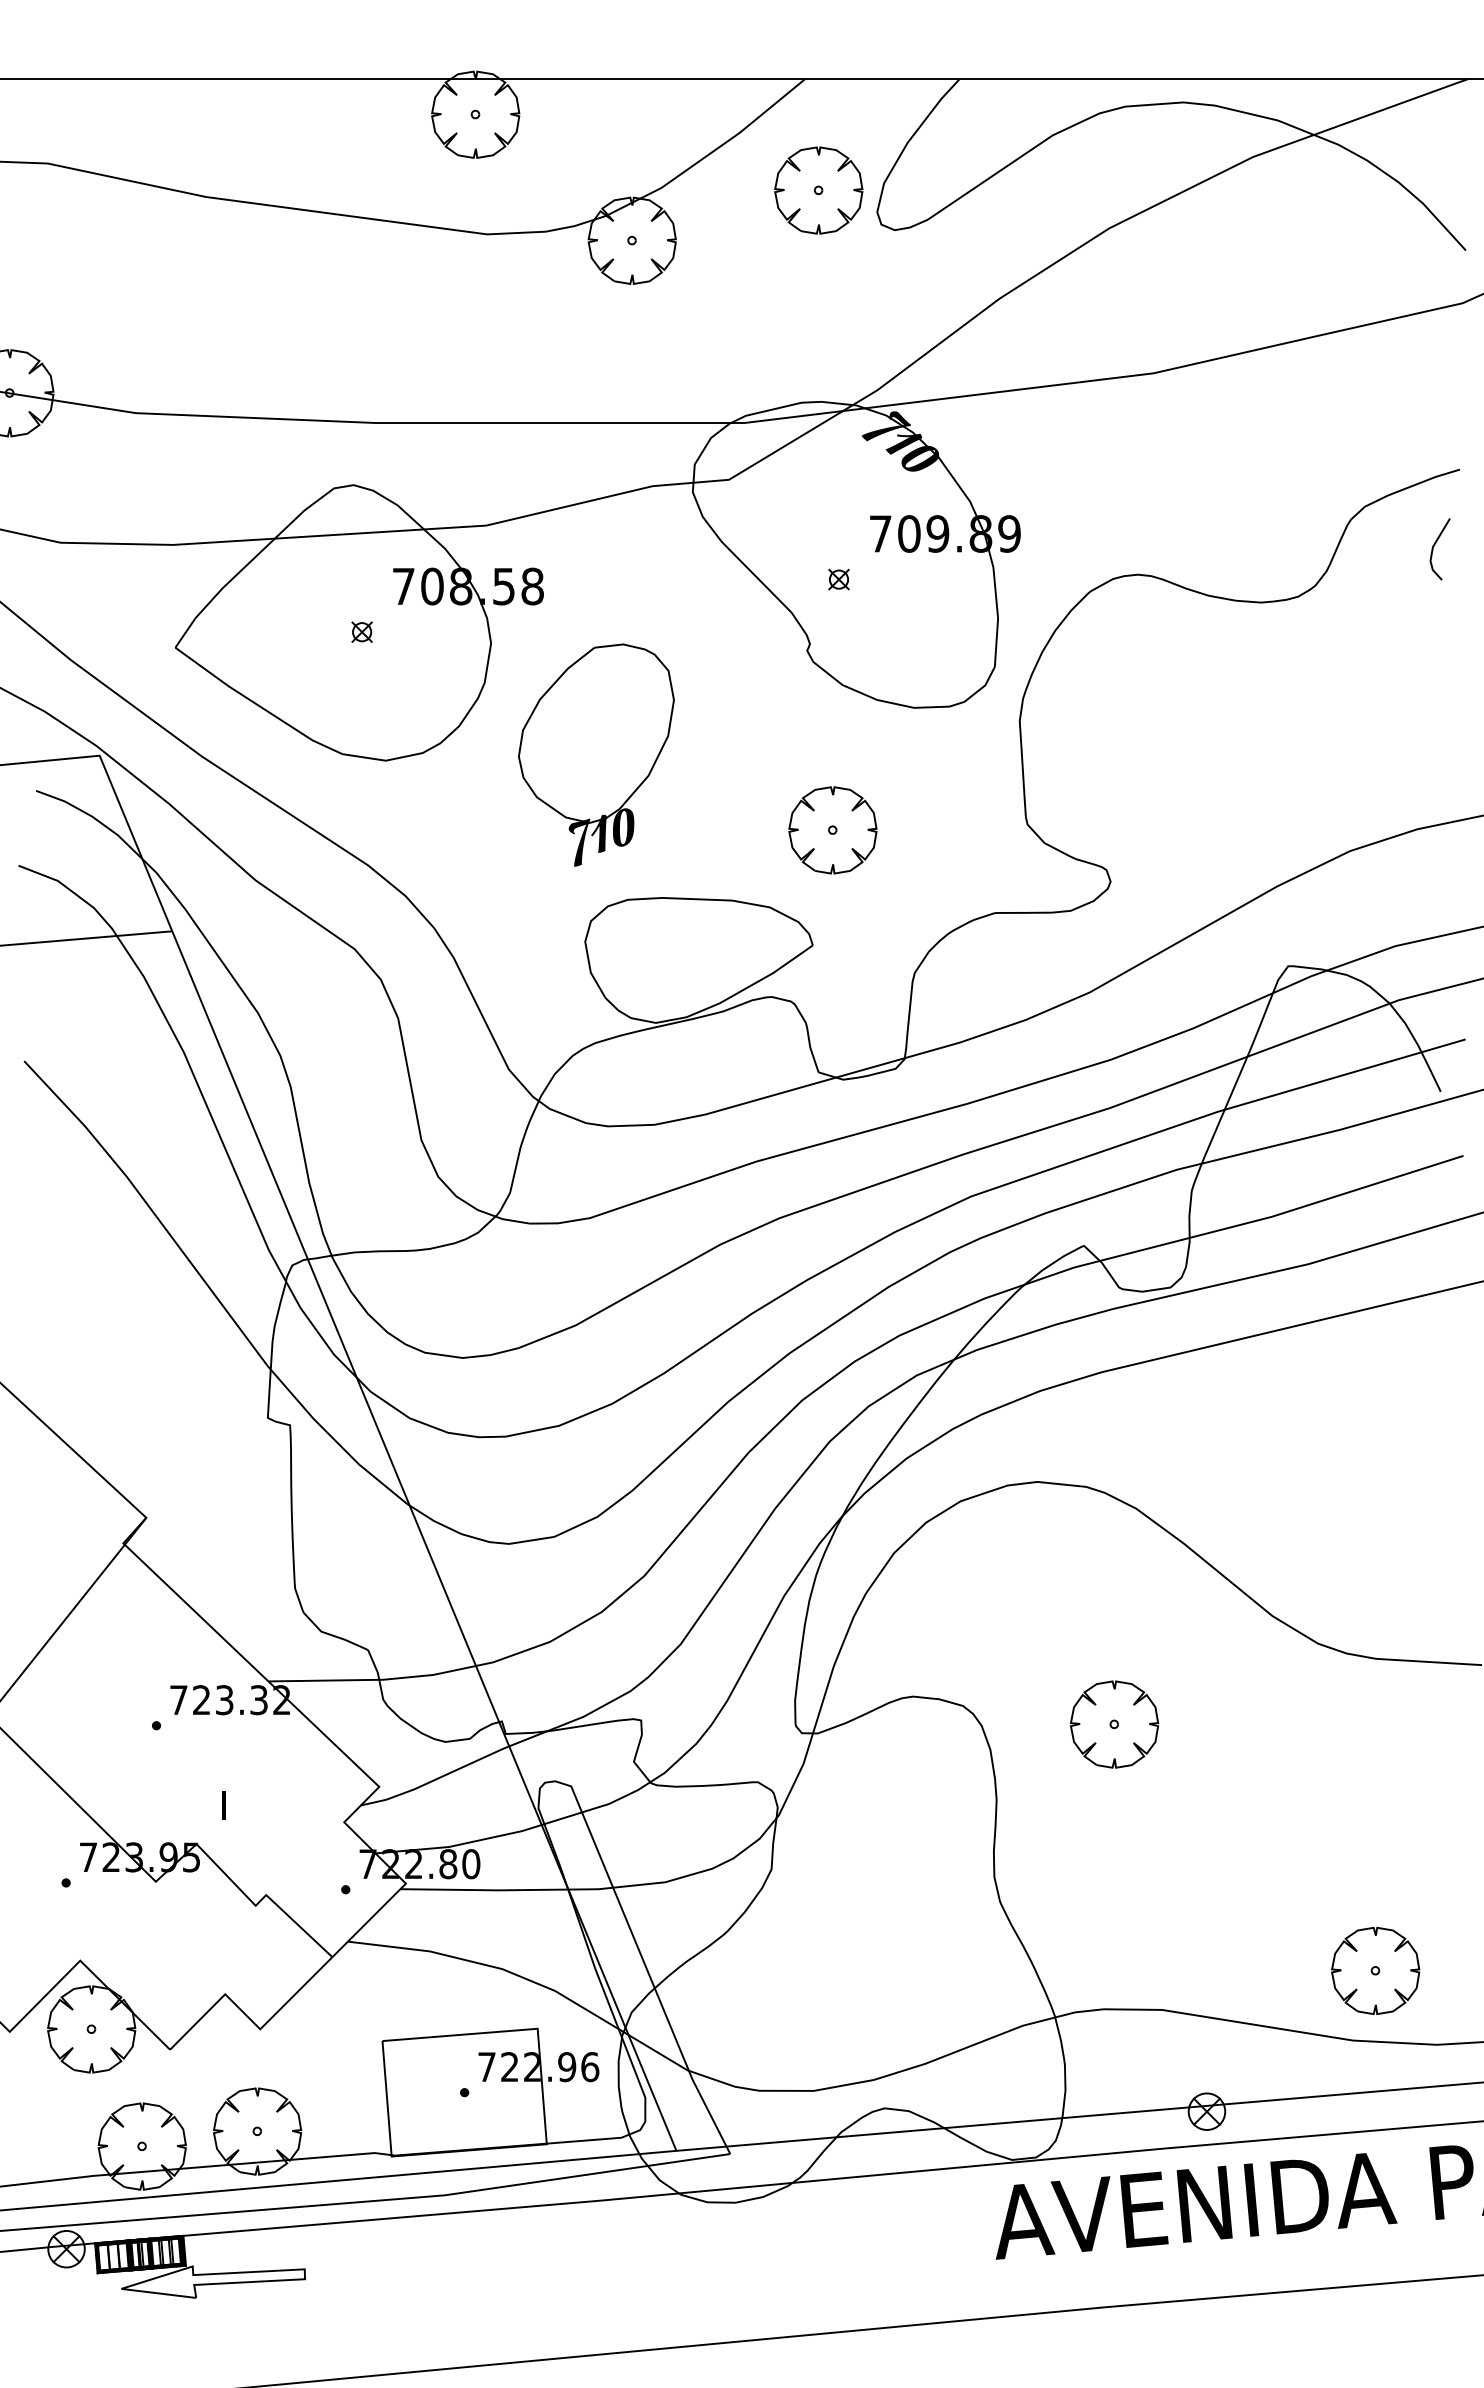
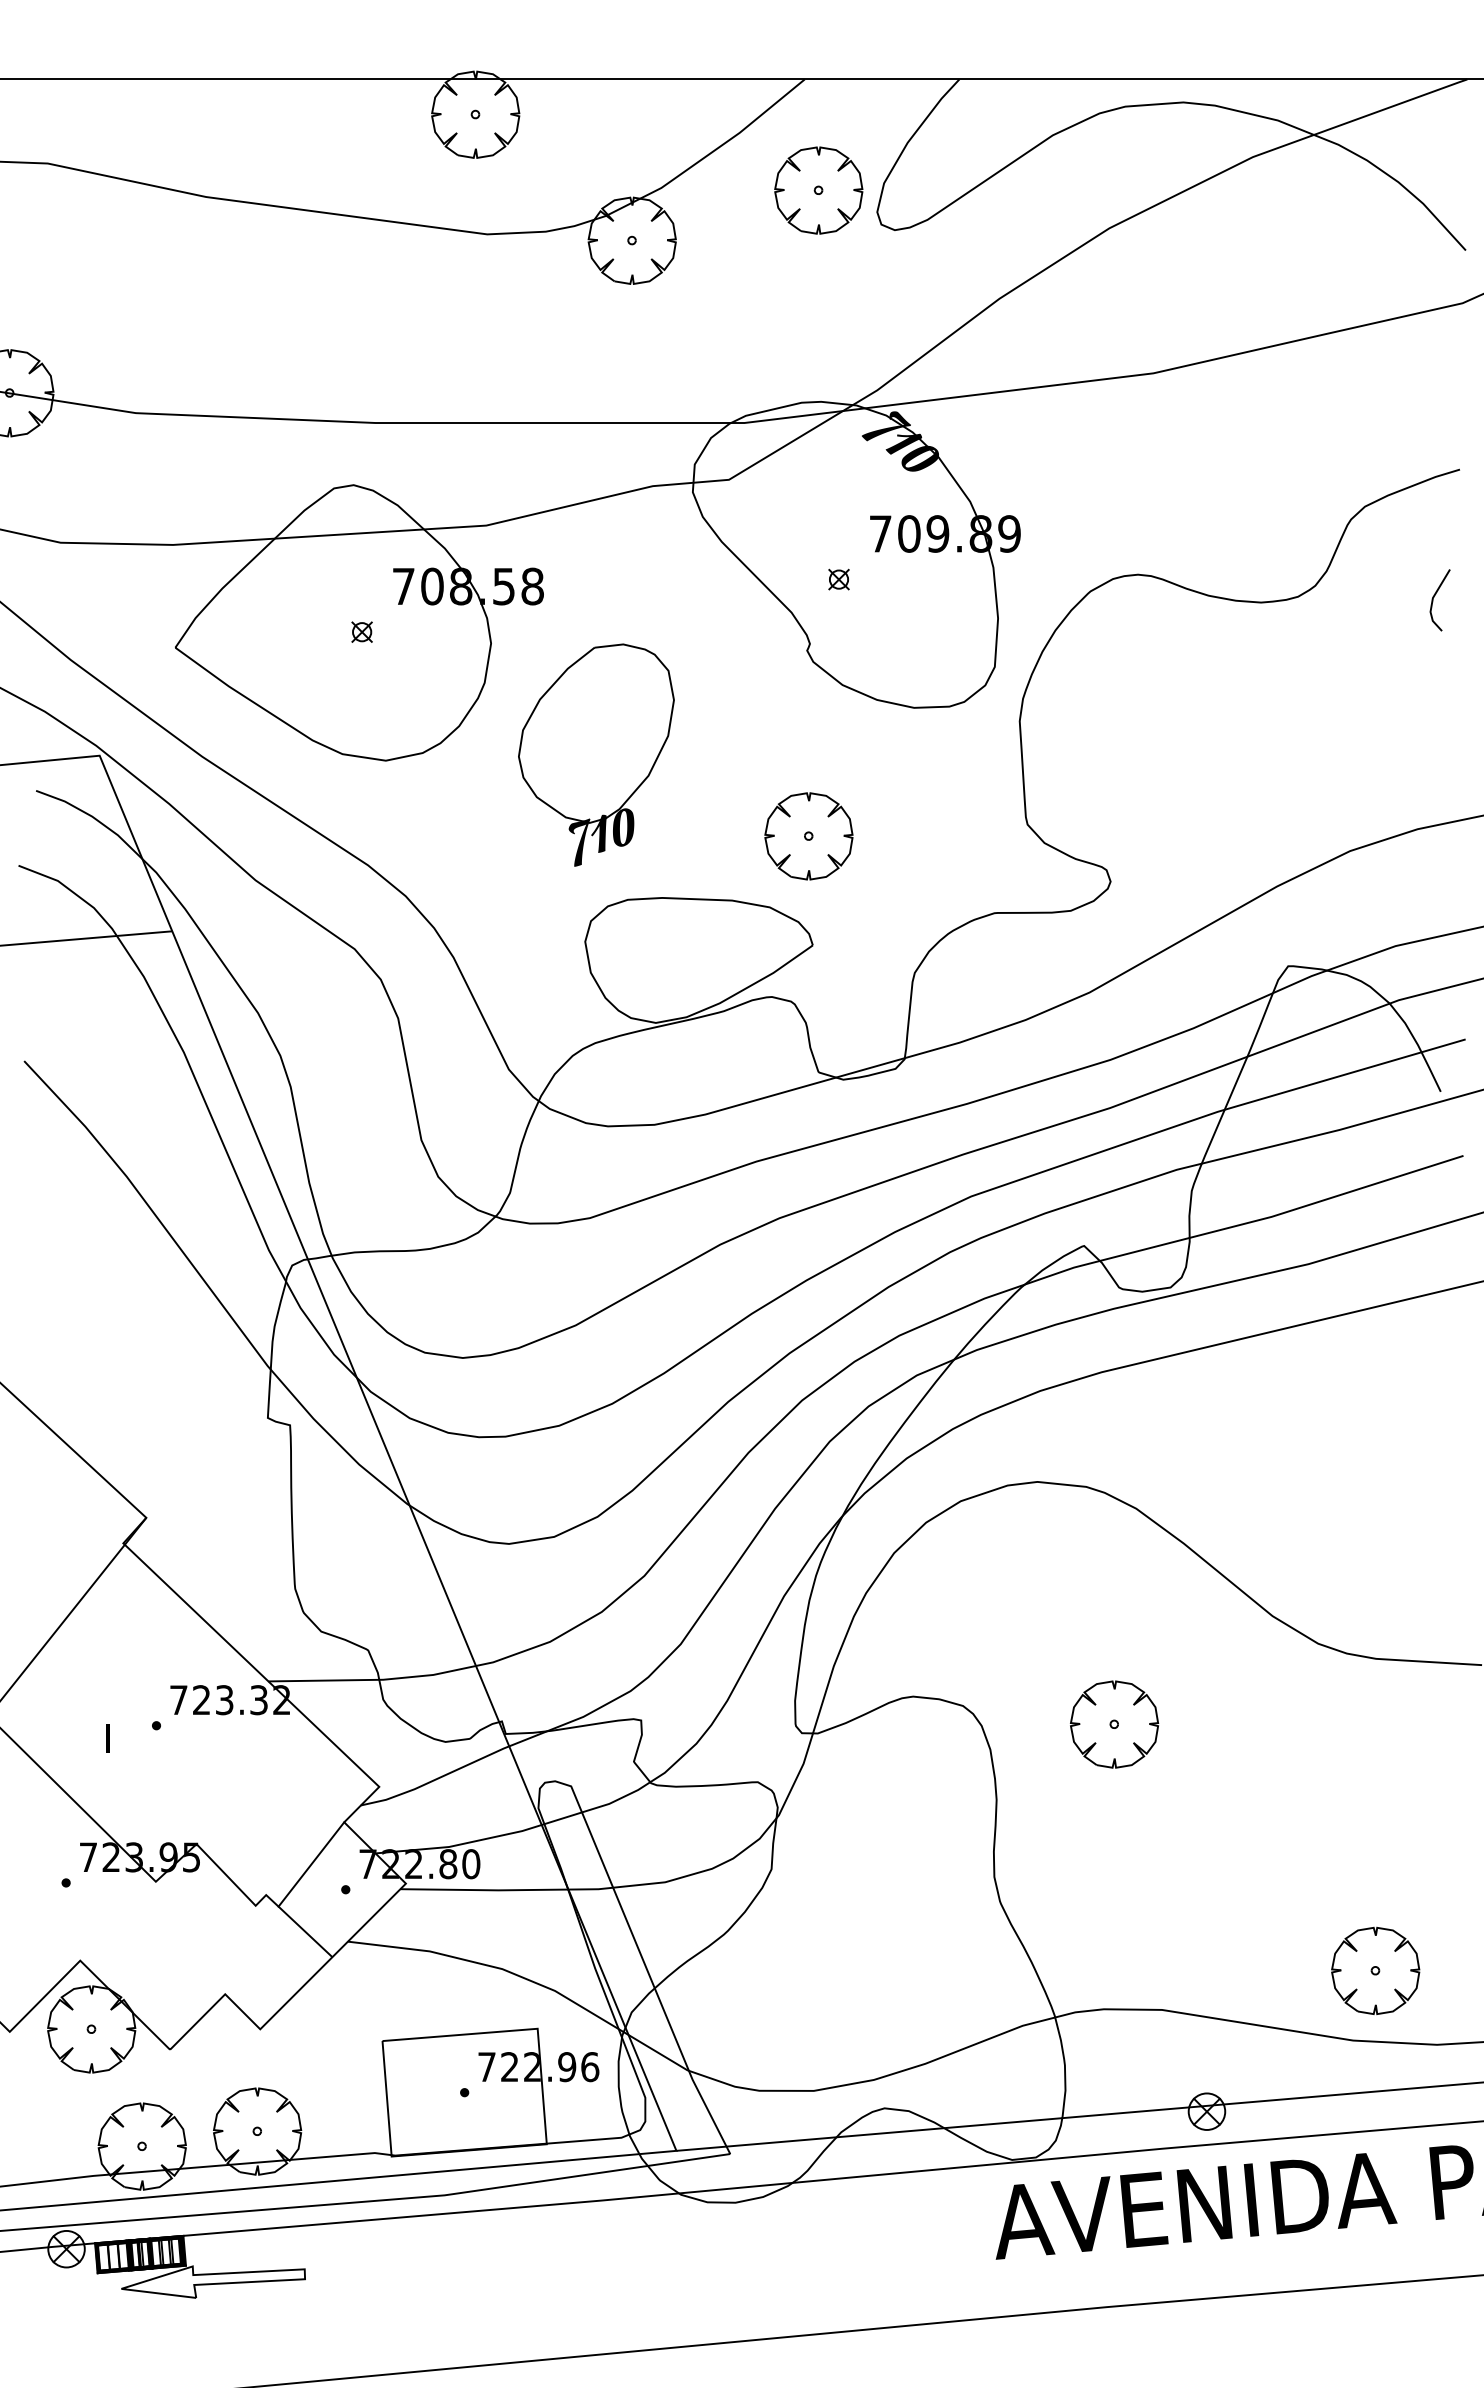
line at (1434, 546) position: (1434, 546) -> (1434, 597)
part at (832, 830) position: (832, 830) -> (808, 836)
text at (223, 1805) position: (223, 1805) -> (107, 1738)
line at (311, 1864): none -> present
